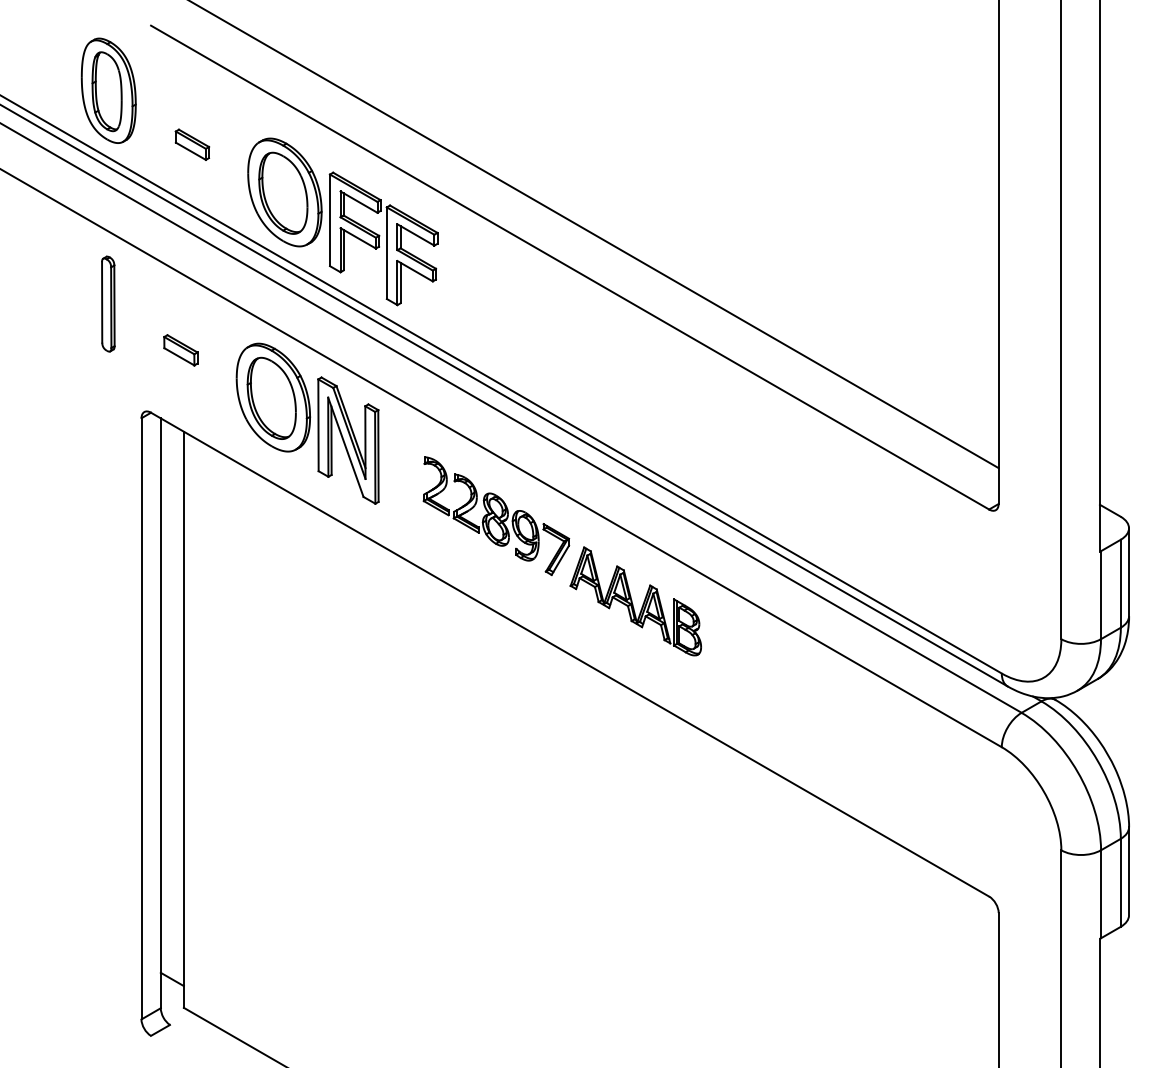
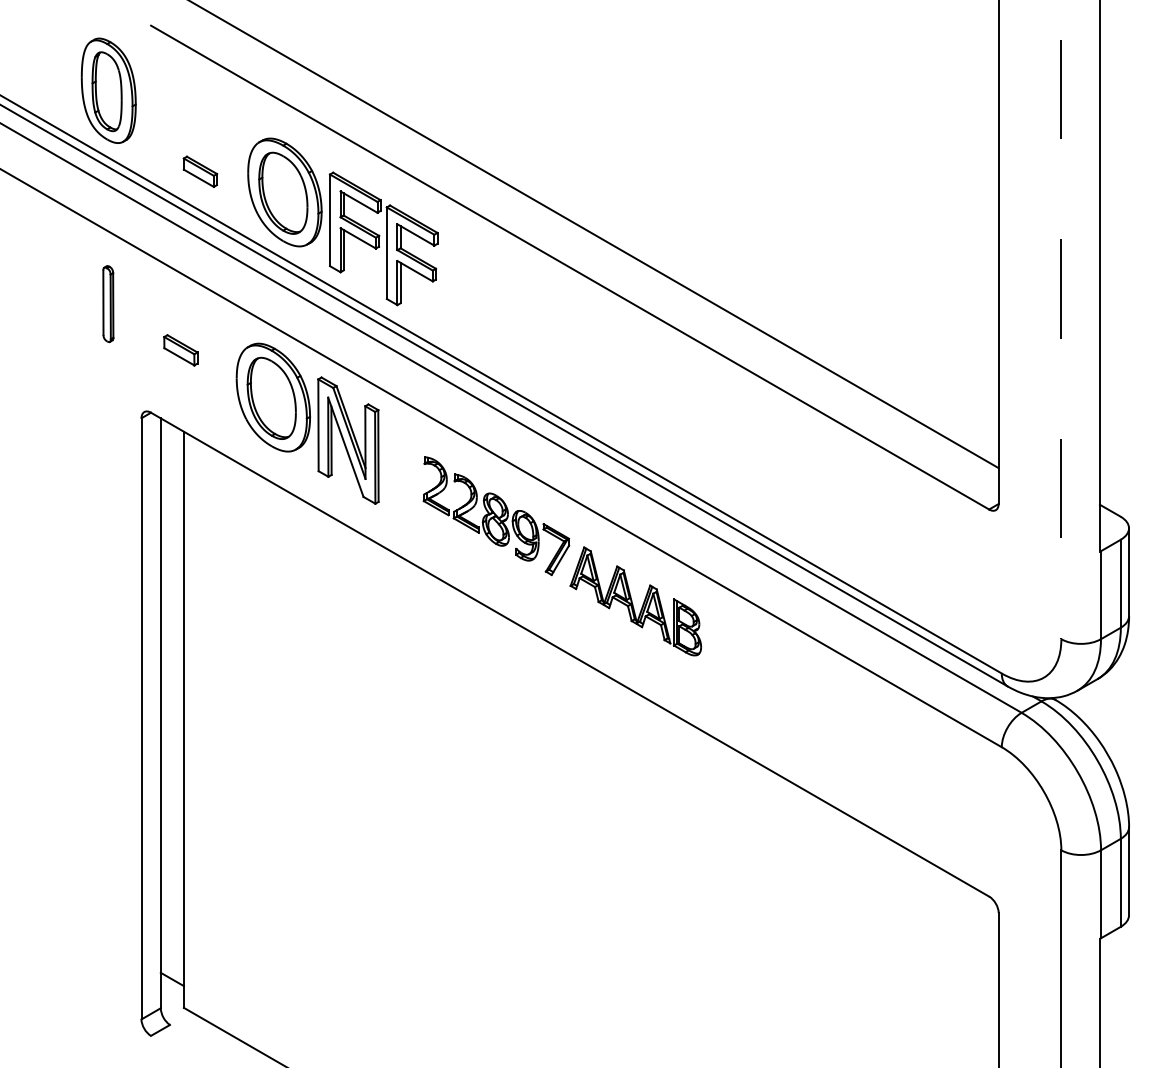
part at (192, 144) position: (192, 144) -> (200, 171)
part at (108, 303) size: 15x98 px -> 13x79 px
line at (1061, 320): solid -> dashed
